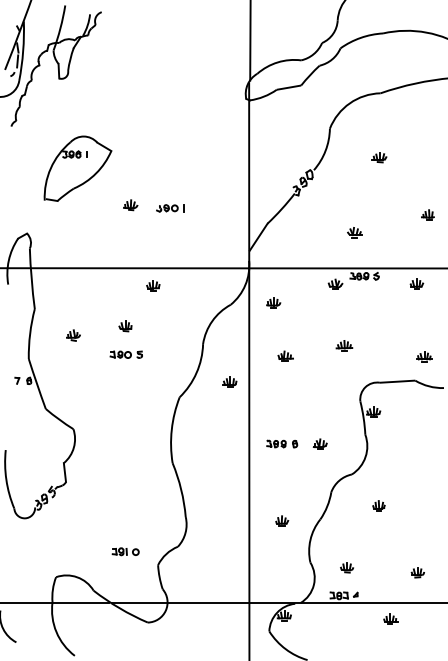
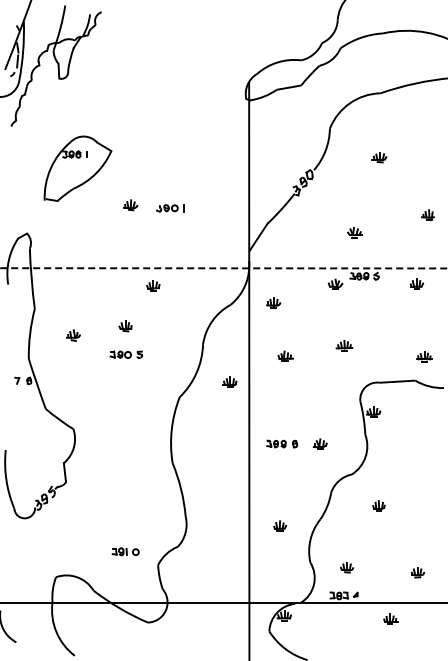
line at (250, 41): present -> none
line at (223, 268): solid -> dashed
part at (282, 520) position: (282, 520) -> (280, 525)
